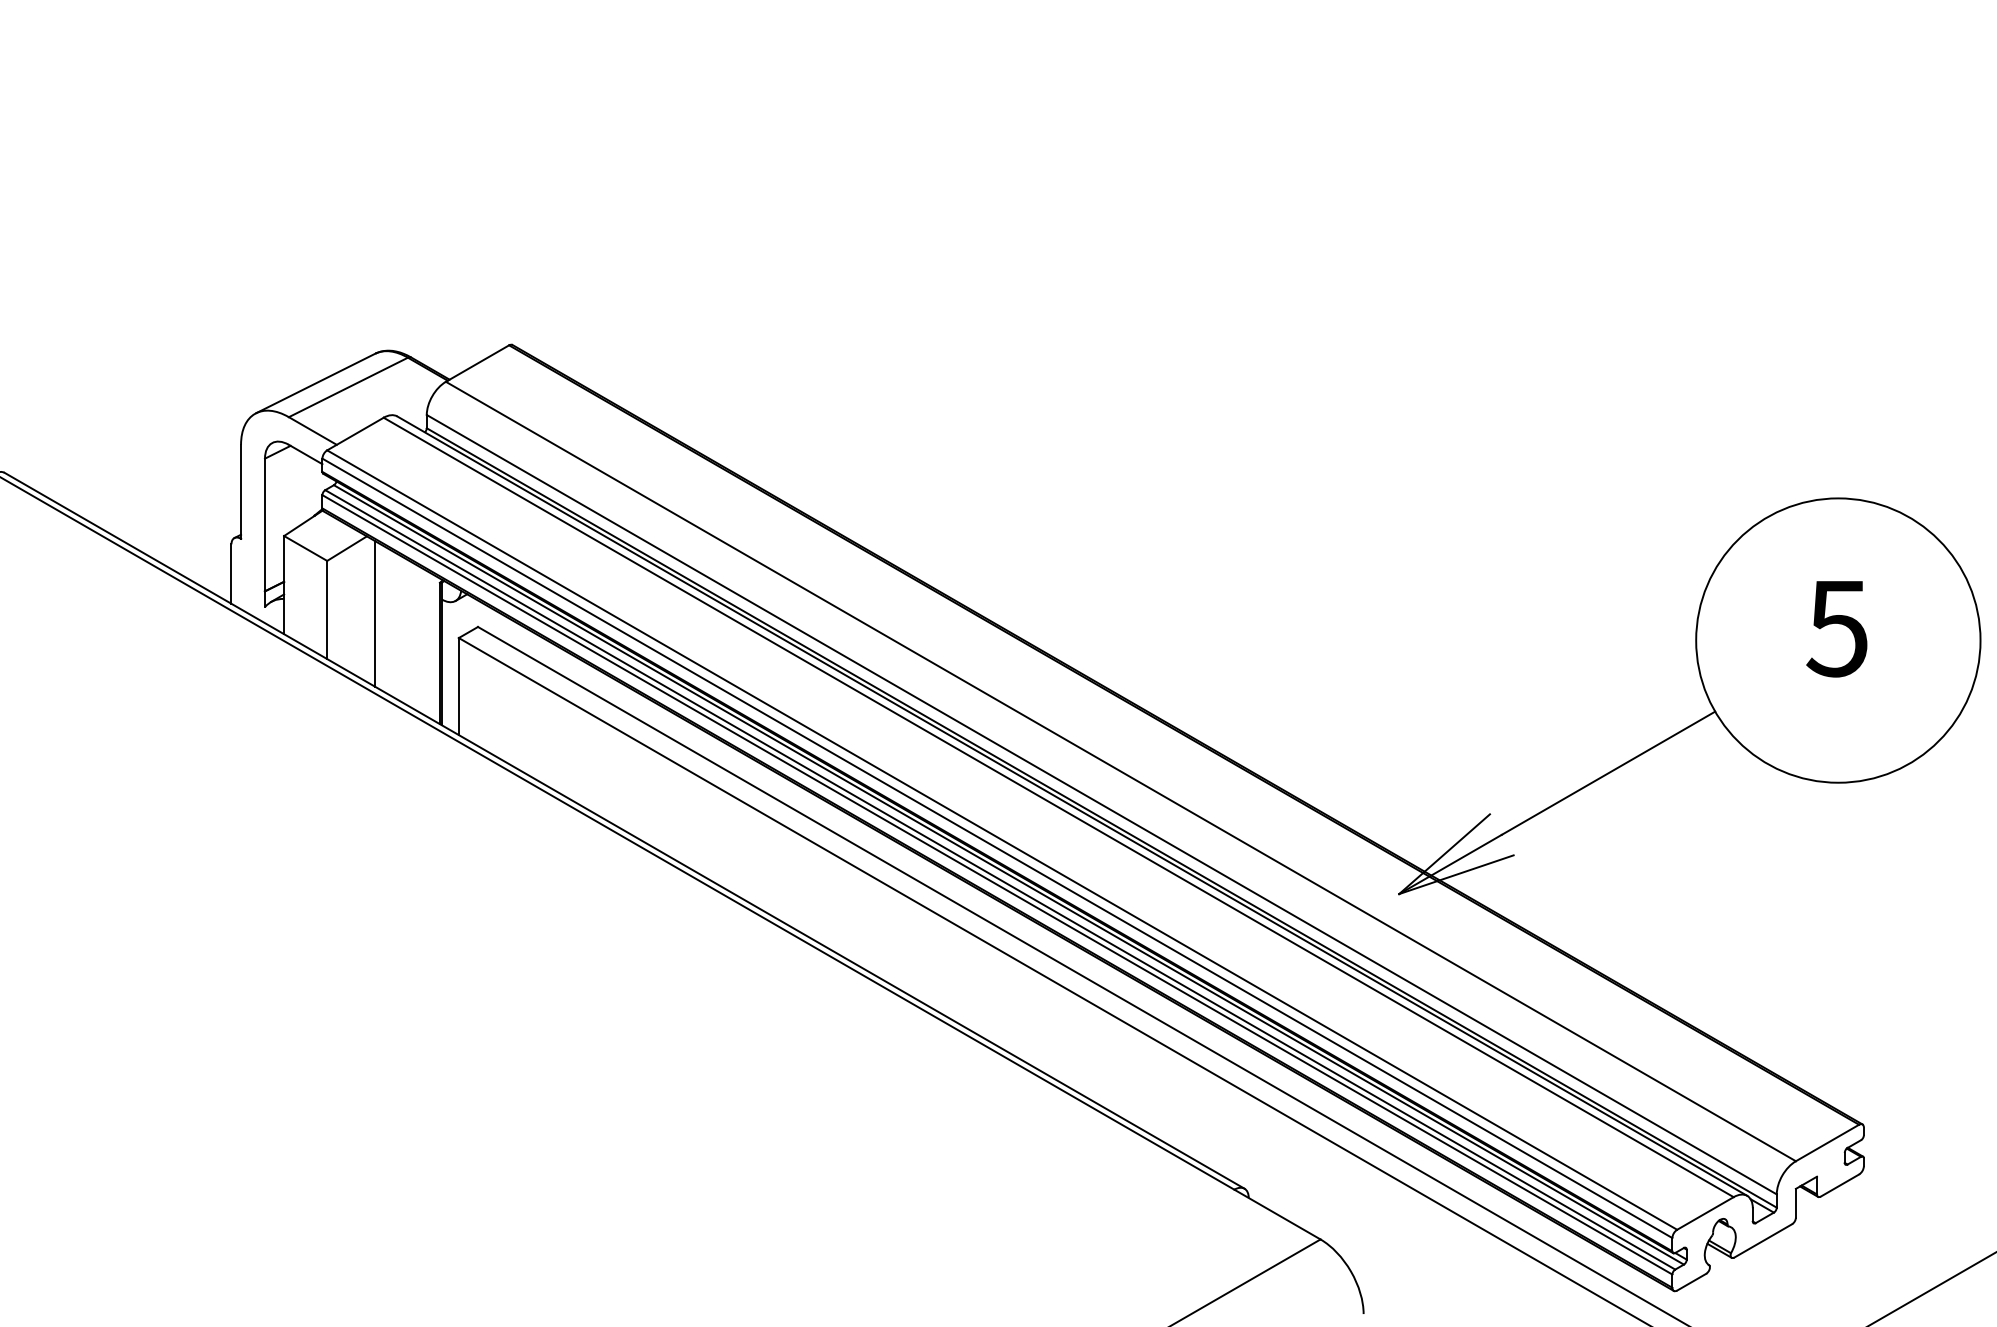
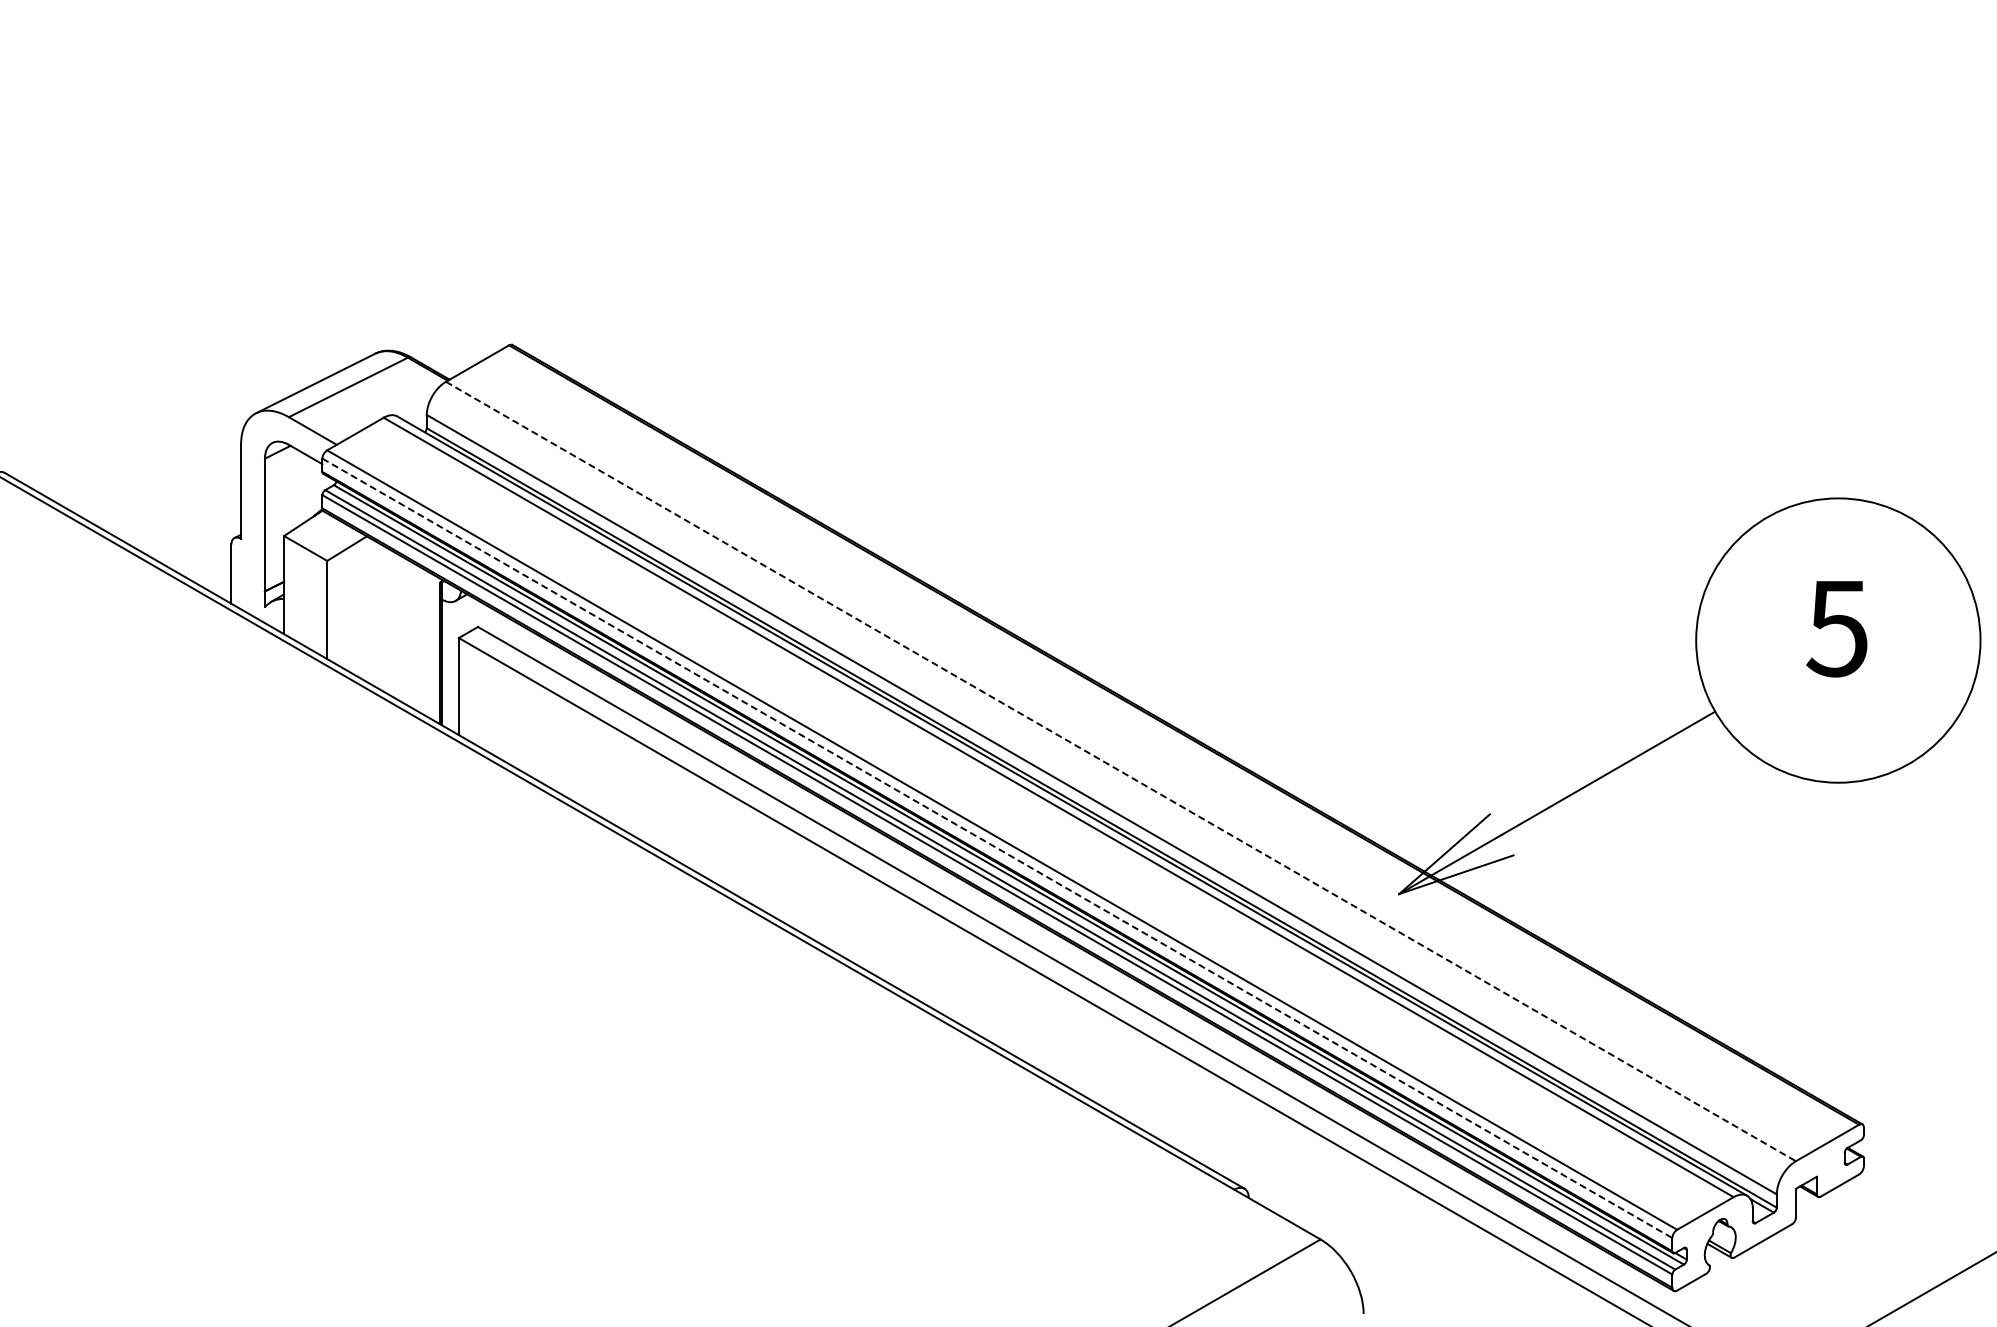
line at (375, 613): present -> none
line at (1121, 771): solid -> dashed
line at (997, 848): solid -> dashed
